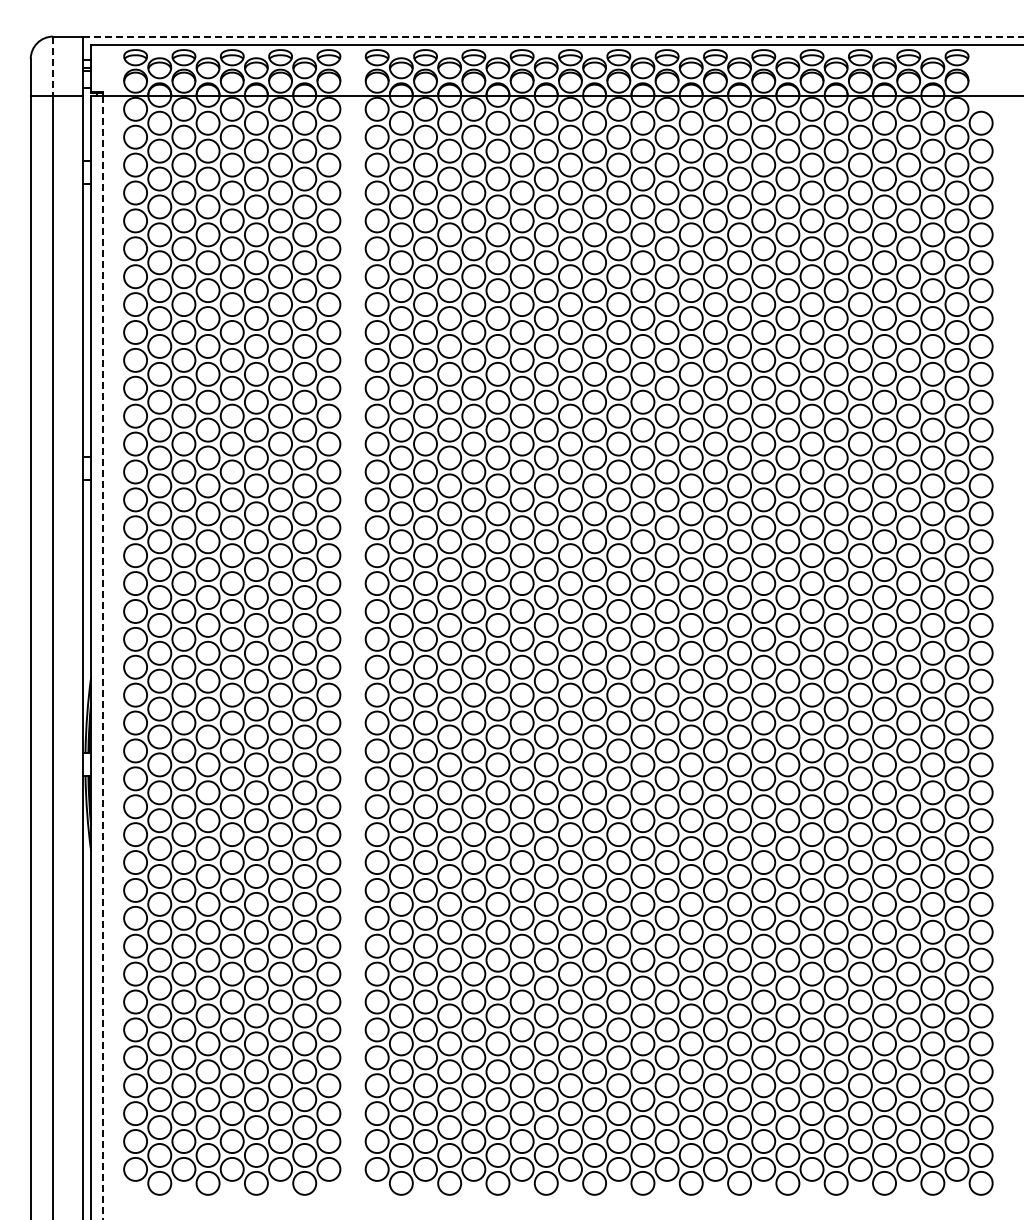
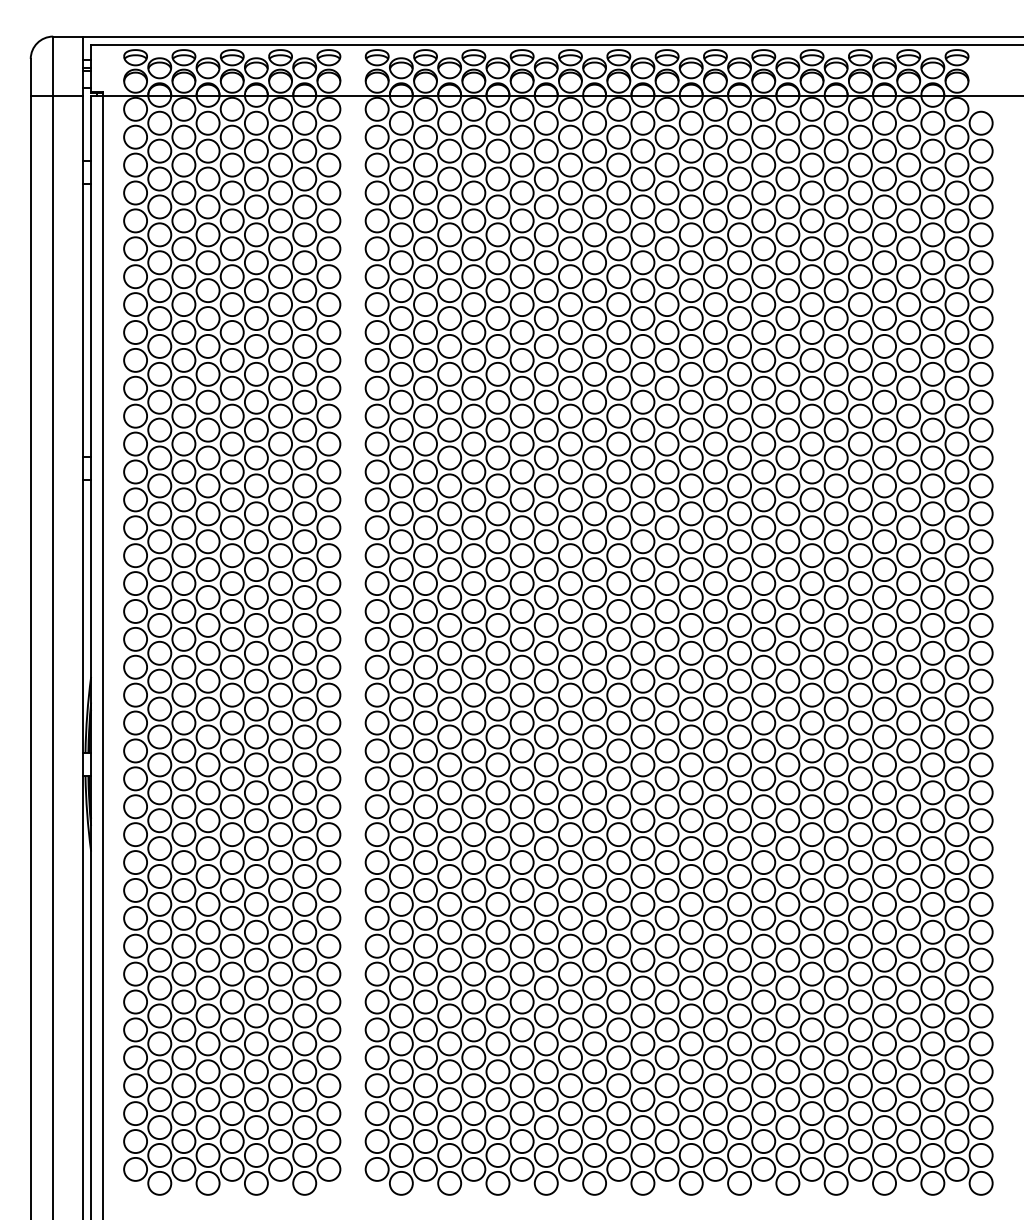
line at (553, 36): dashed -> solid
line at (53, 66): dashed -> solid
line at (102, 657): dashed -> solid
